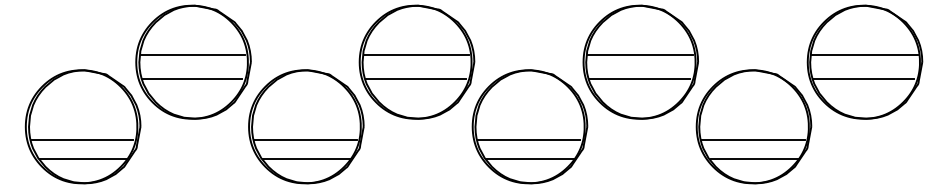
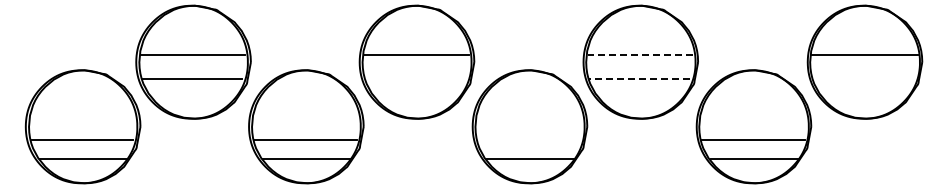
line at (640, 54): solid -> dashed
line at (415, 79): present -> none
line at (639, 79): solid -> dashed
line at (863, 79): present -> none
line at (528, 139): present -> none
